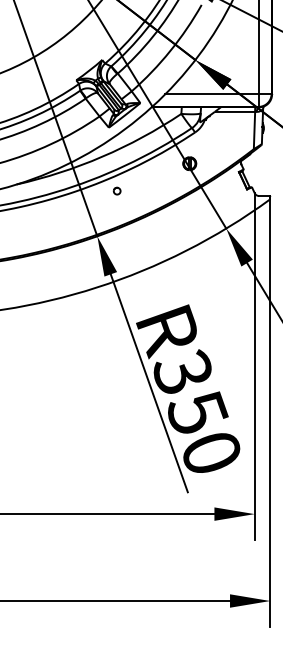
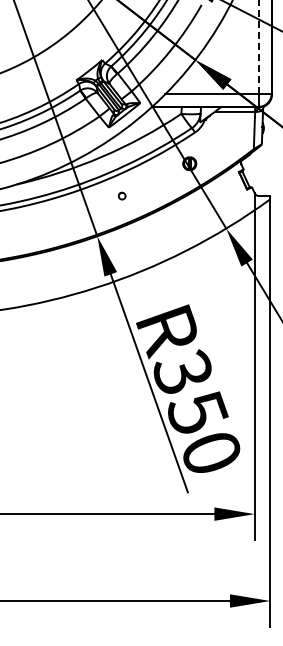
line at (258, 47): solid -> dashed
part at (116, 190) position: (116, 190) -> (121, 195)
